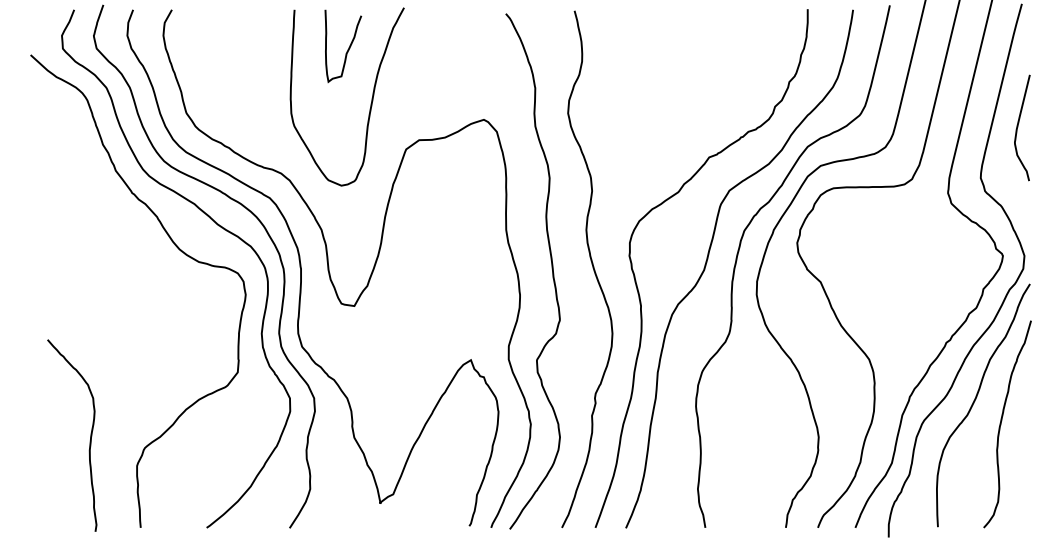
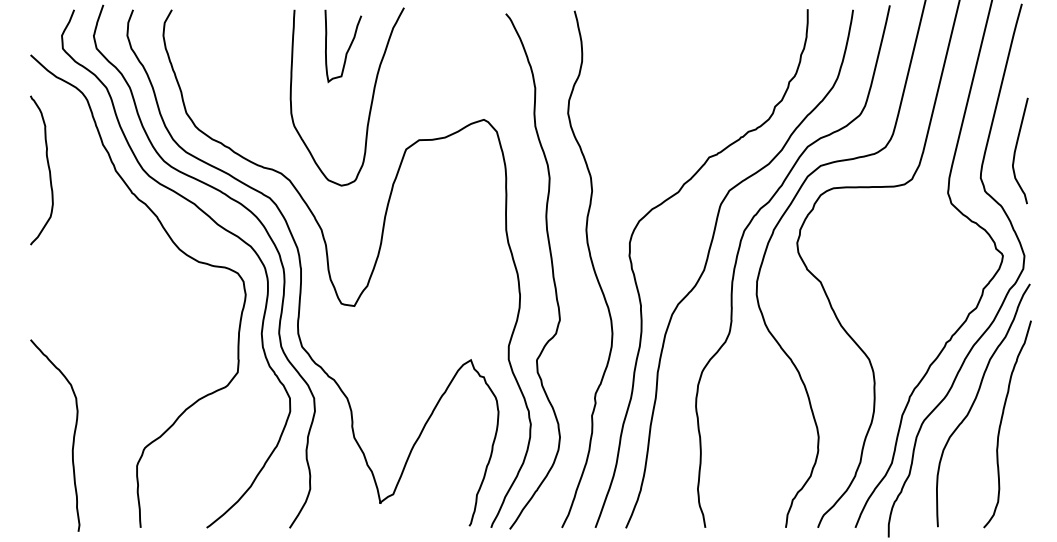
curve at (1018, 127) position: (1018, 127) -> (1016, 150)
curve at (48, 170): none -> present
curve at (90, 435) position: (90, 435) -> (73, 435)
